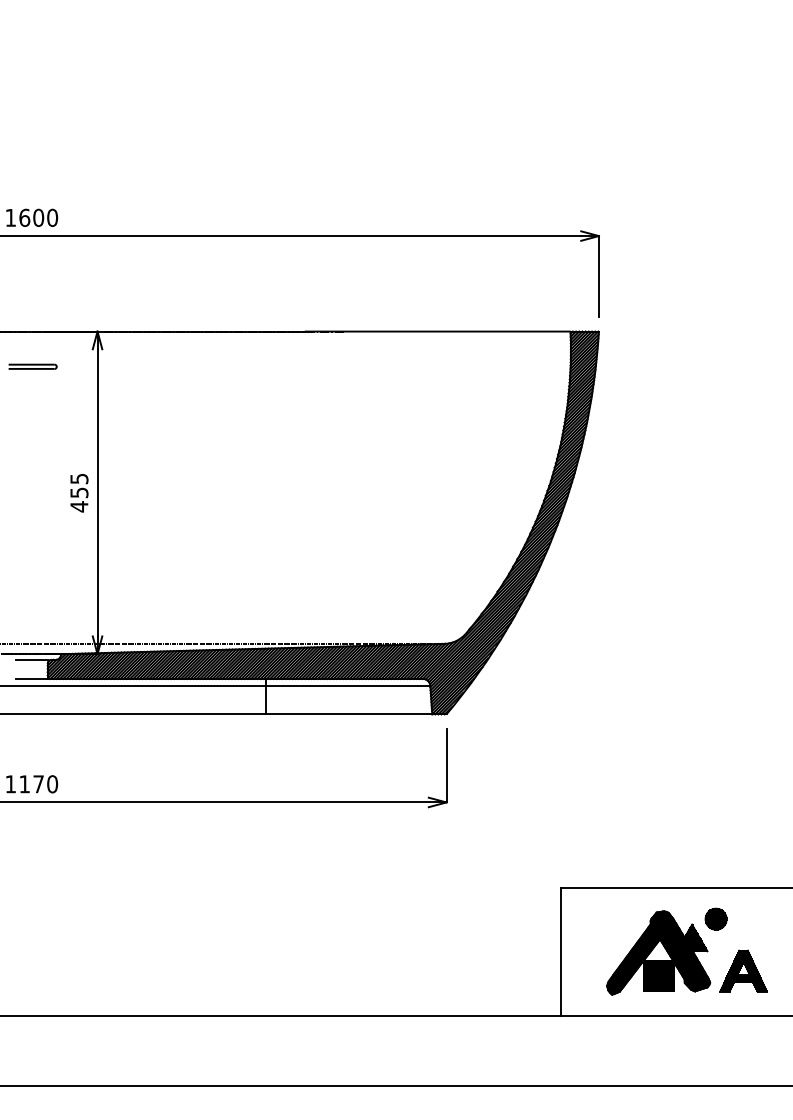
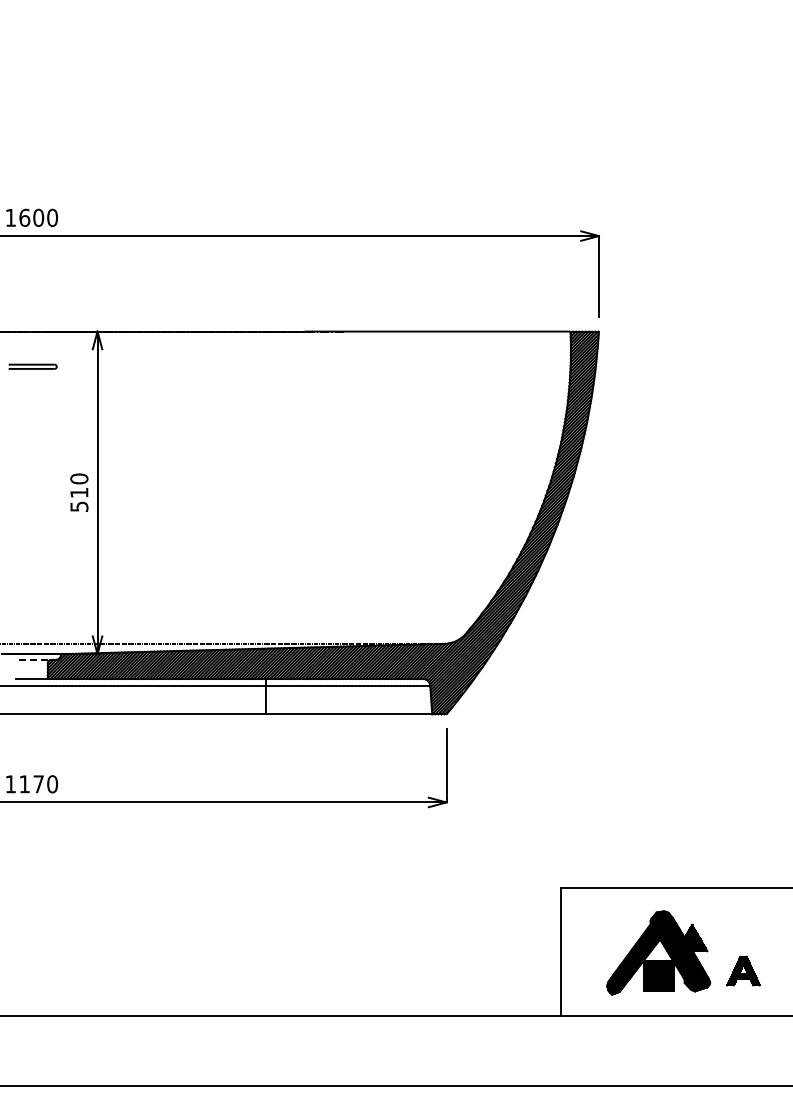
text at (79, 492): 455 -> 510
line at (31, 659): solid -> dashed
part at (715, 918): present -> none
part at (743, 970) size: 49x44 px -> 35x32 px
